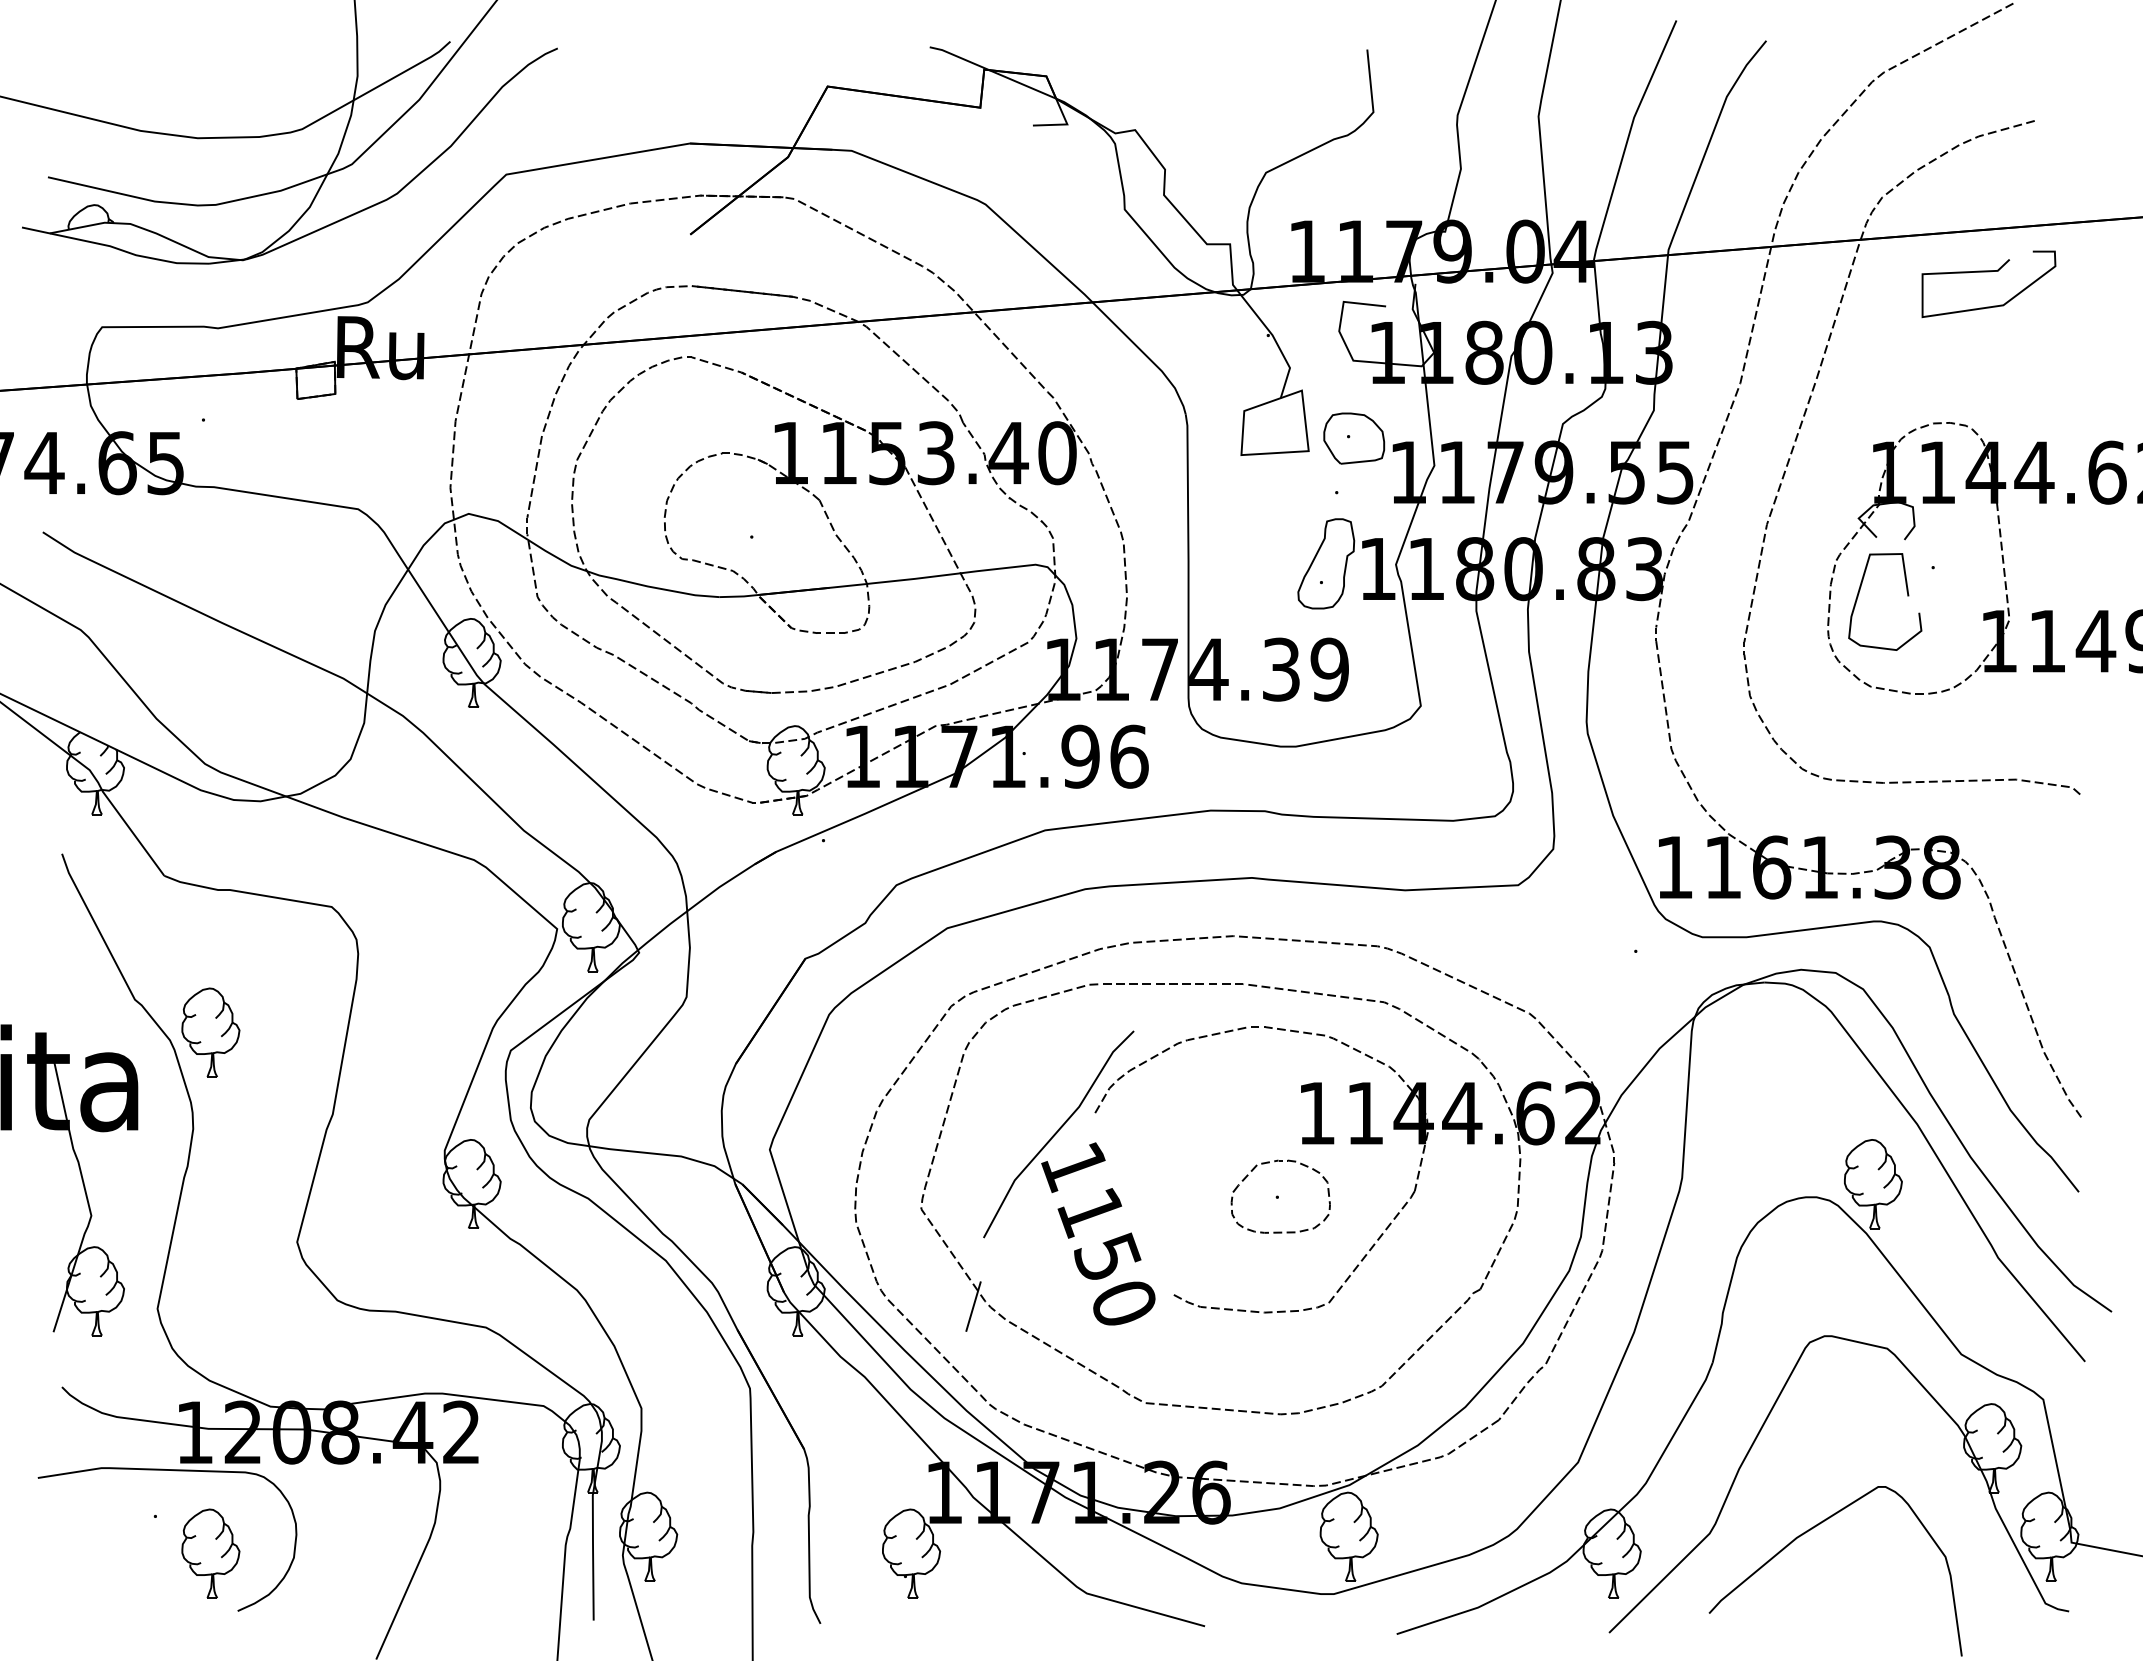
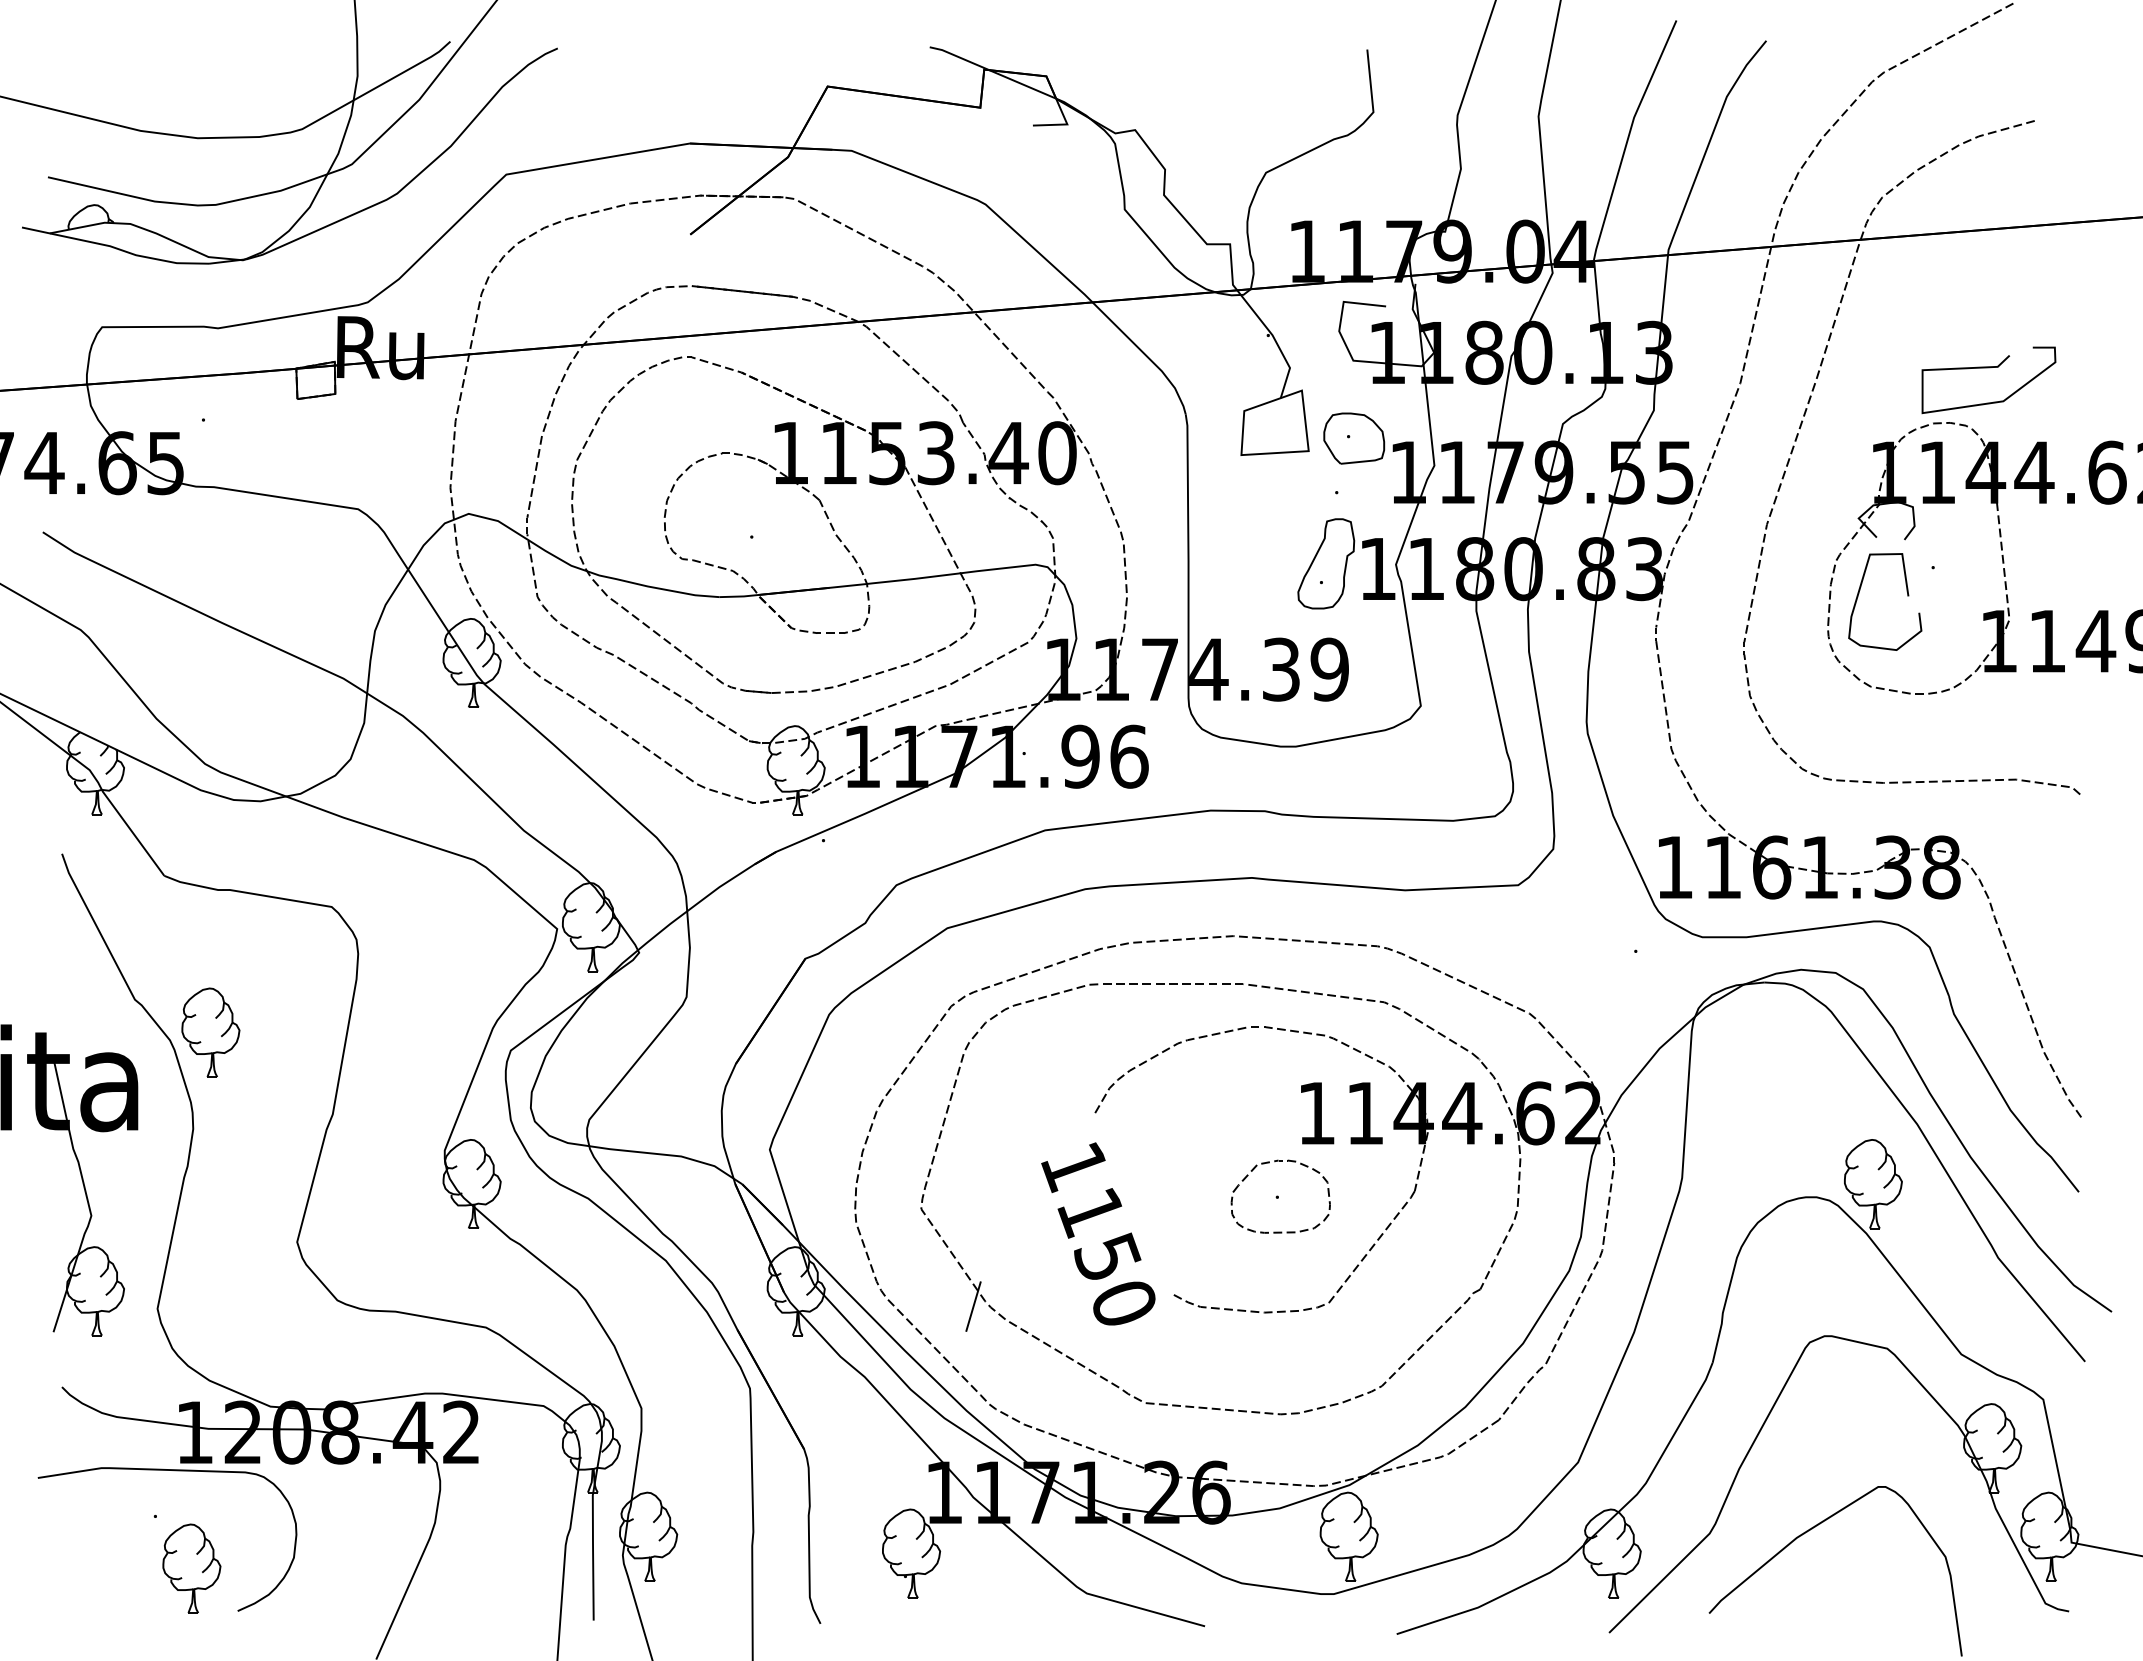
curve at (1988, 272) position: (1988, 272) -> (1988, 368)
line at (1057, 1133): present -> none
part at (210, 1553) position: (210, 1553) -> (191, 1568)
